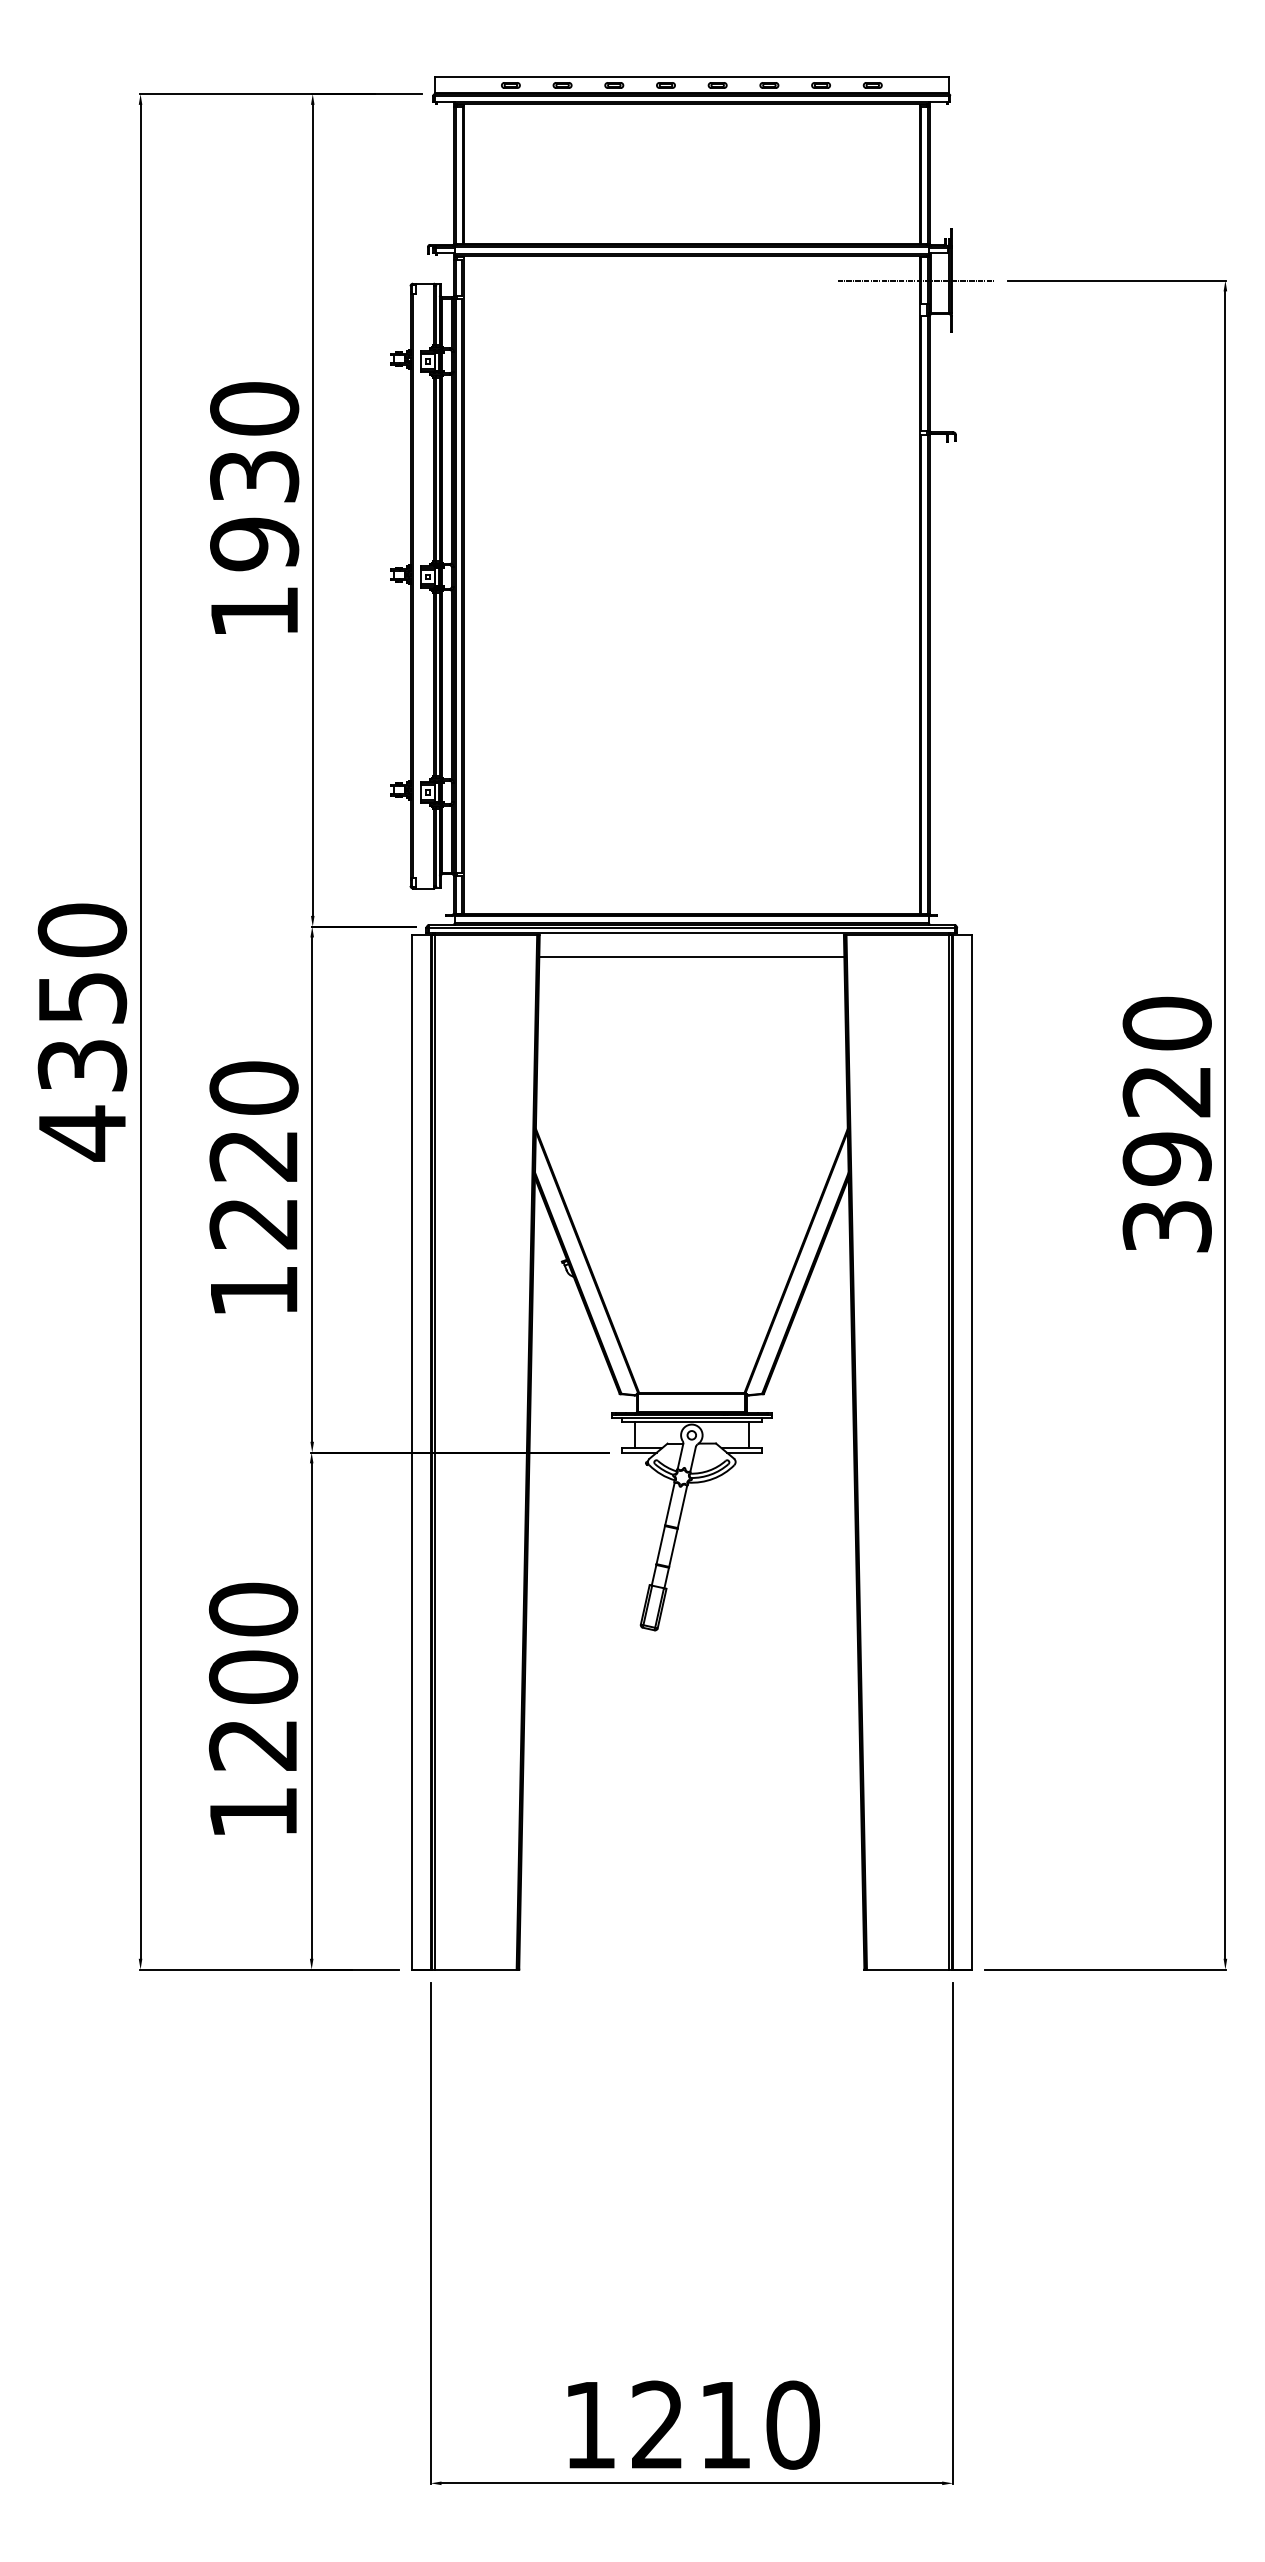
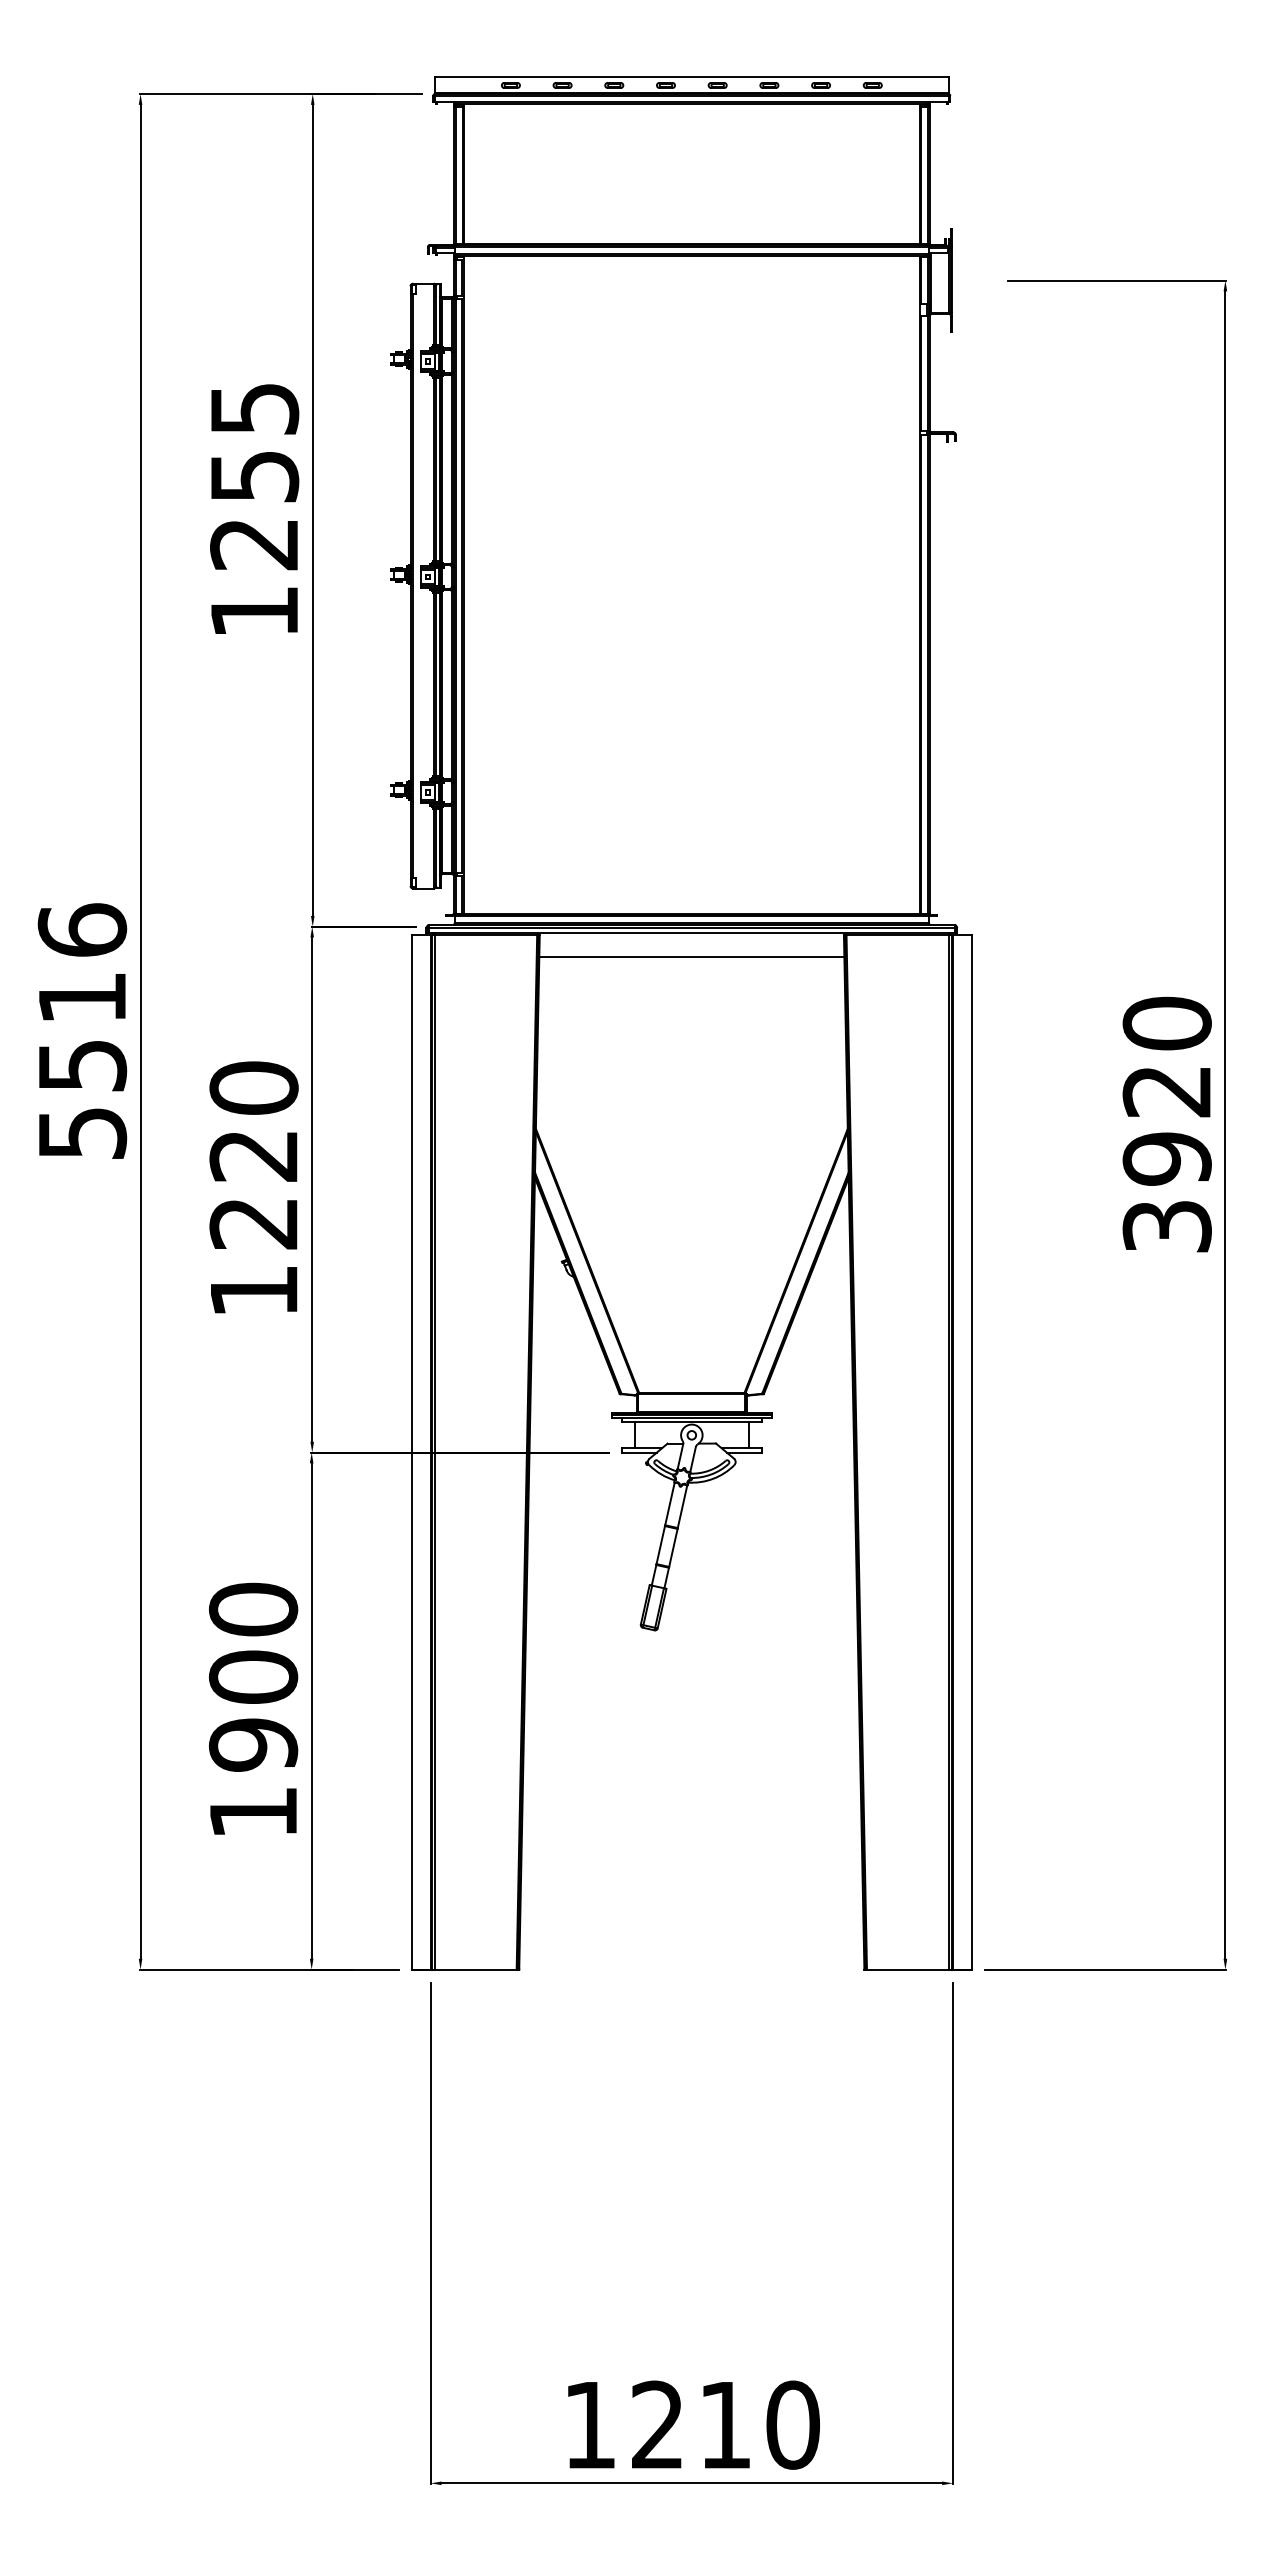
line at (915, 280): present -> none
text at (254, 476): 1930 -> 1255
text at (82, 1032): 4350 -> 5516
text at (253, 1744): 1200 -> 1900
